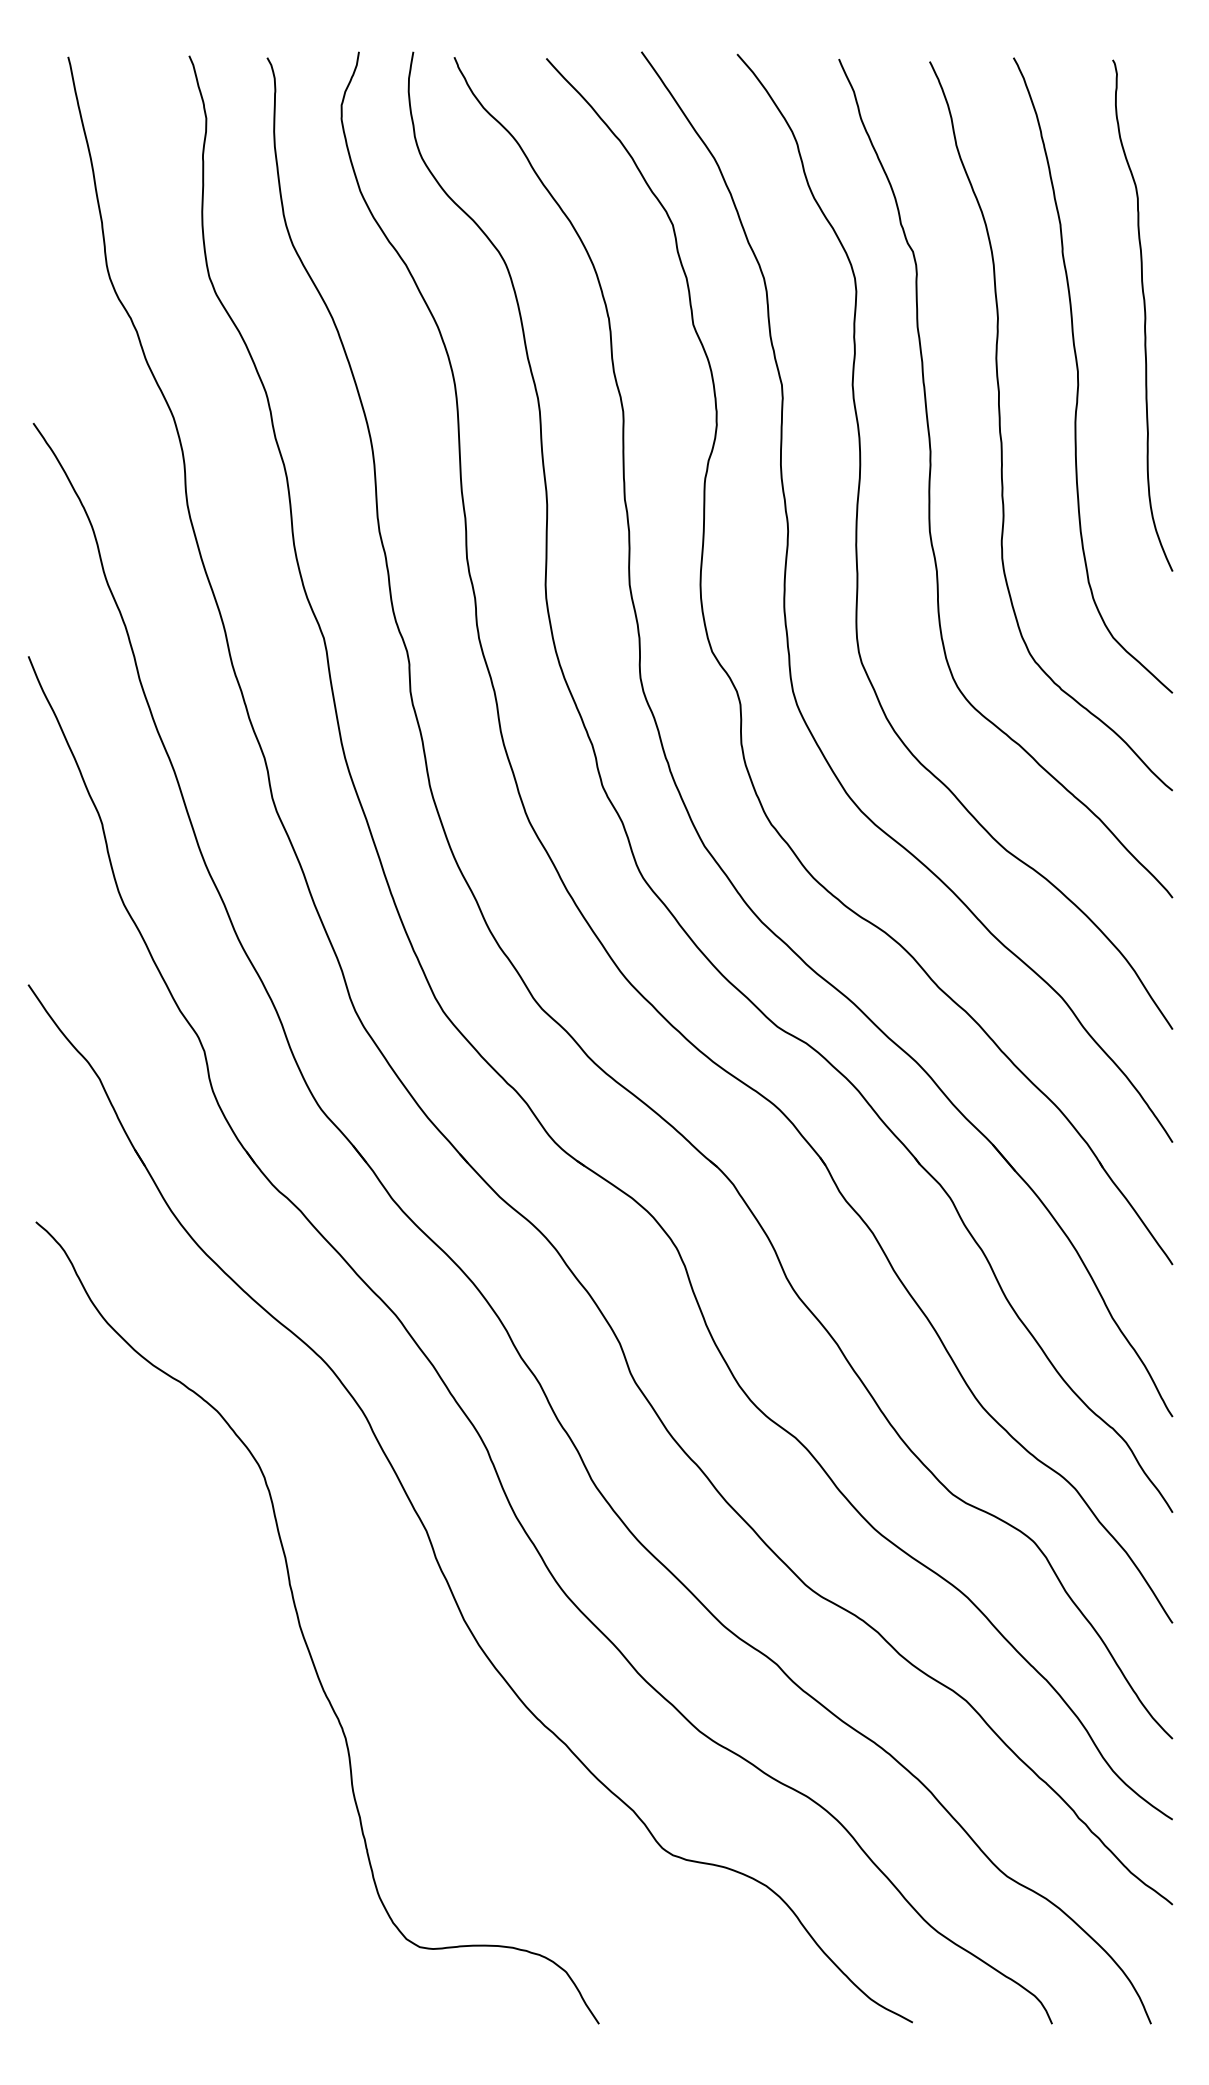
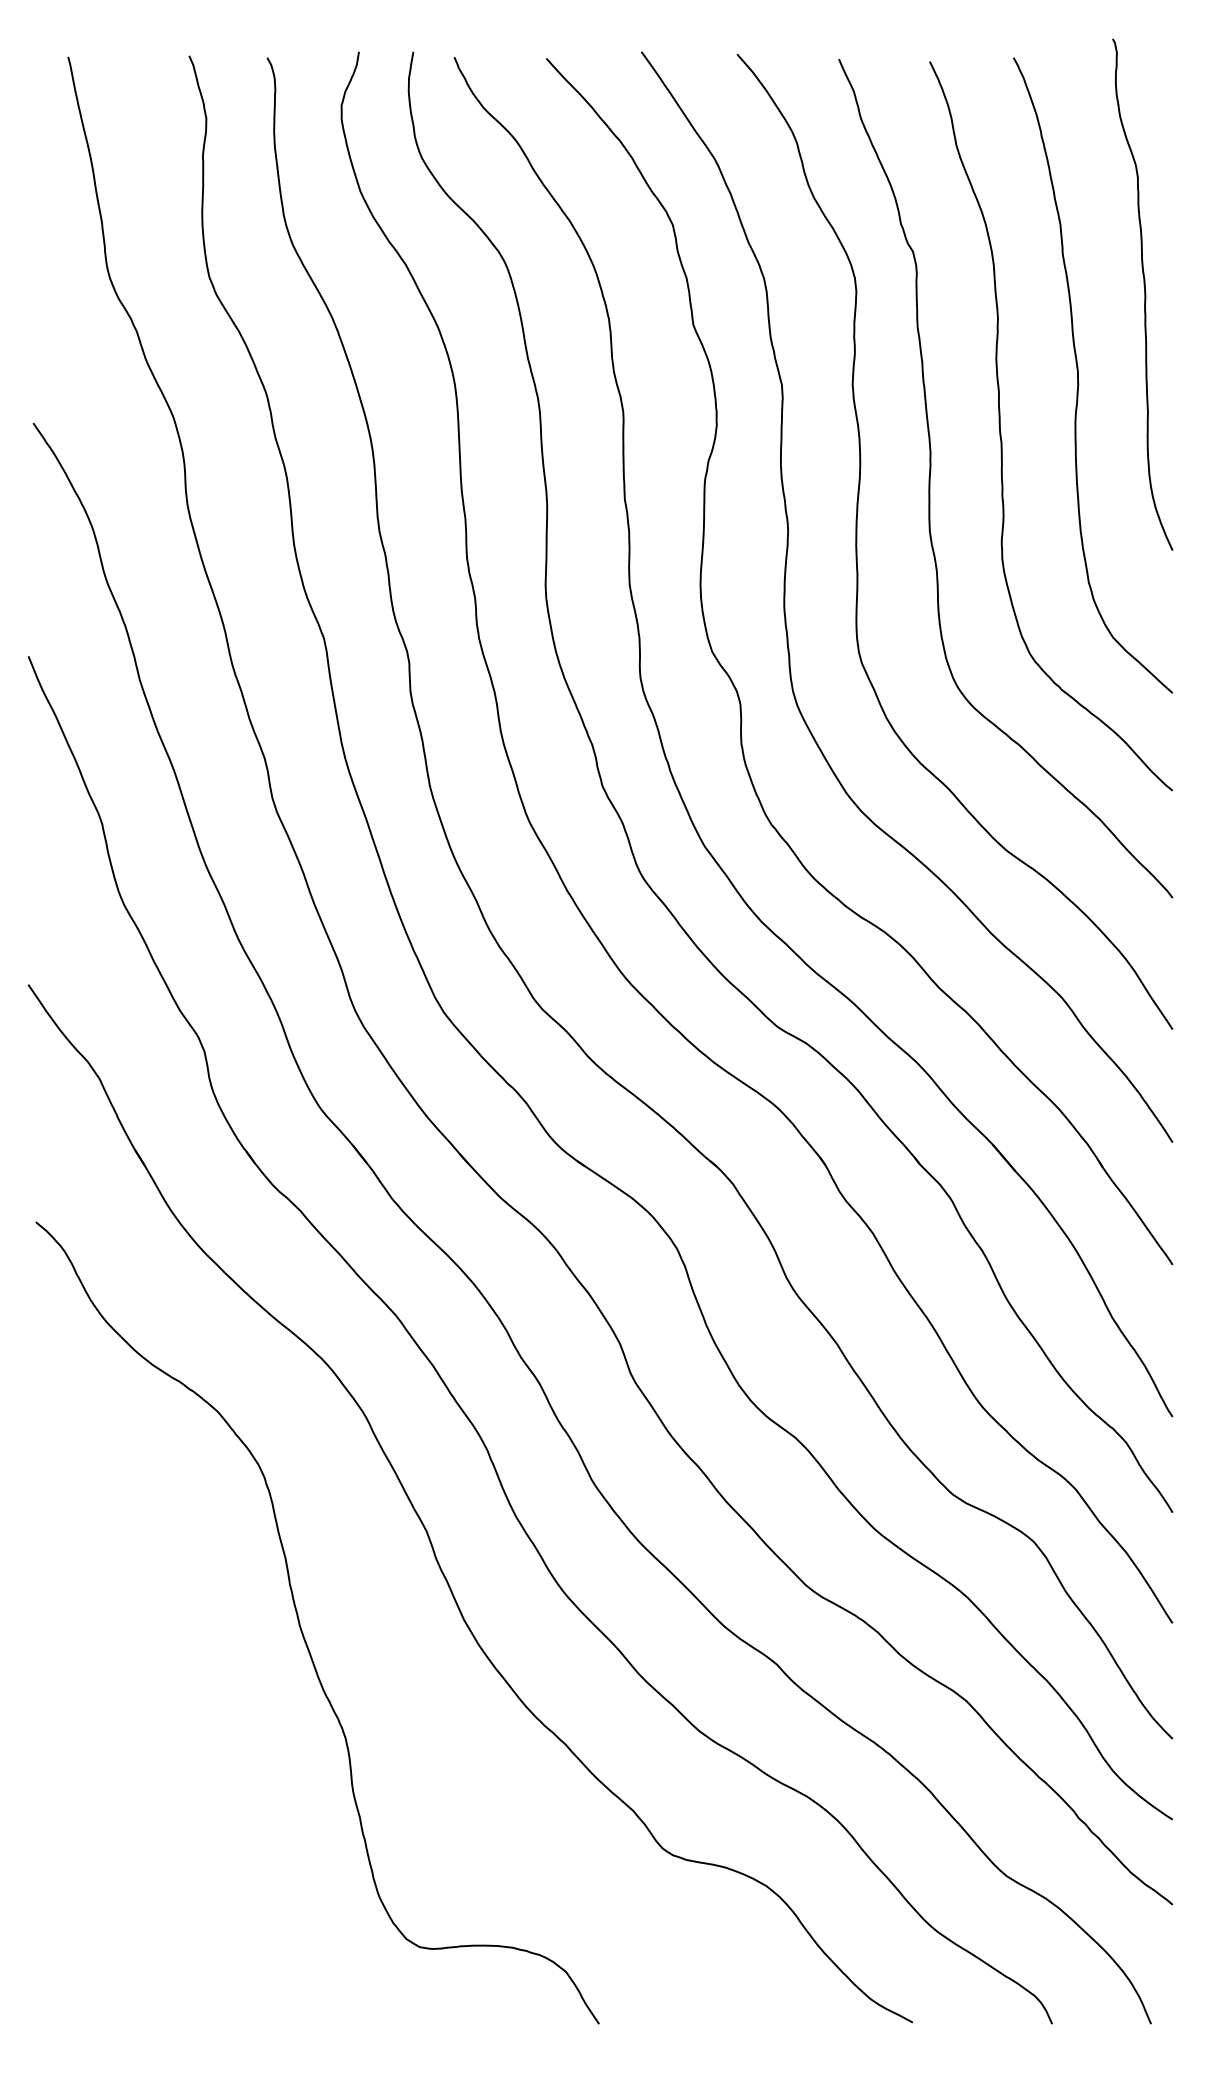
curve at (1144, 315) position: (1144, 315) -> (1144, 294)
